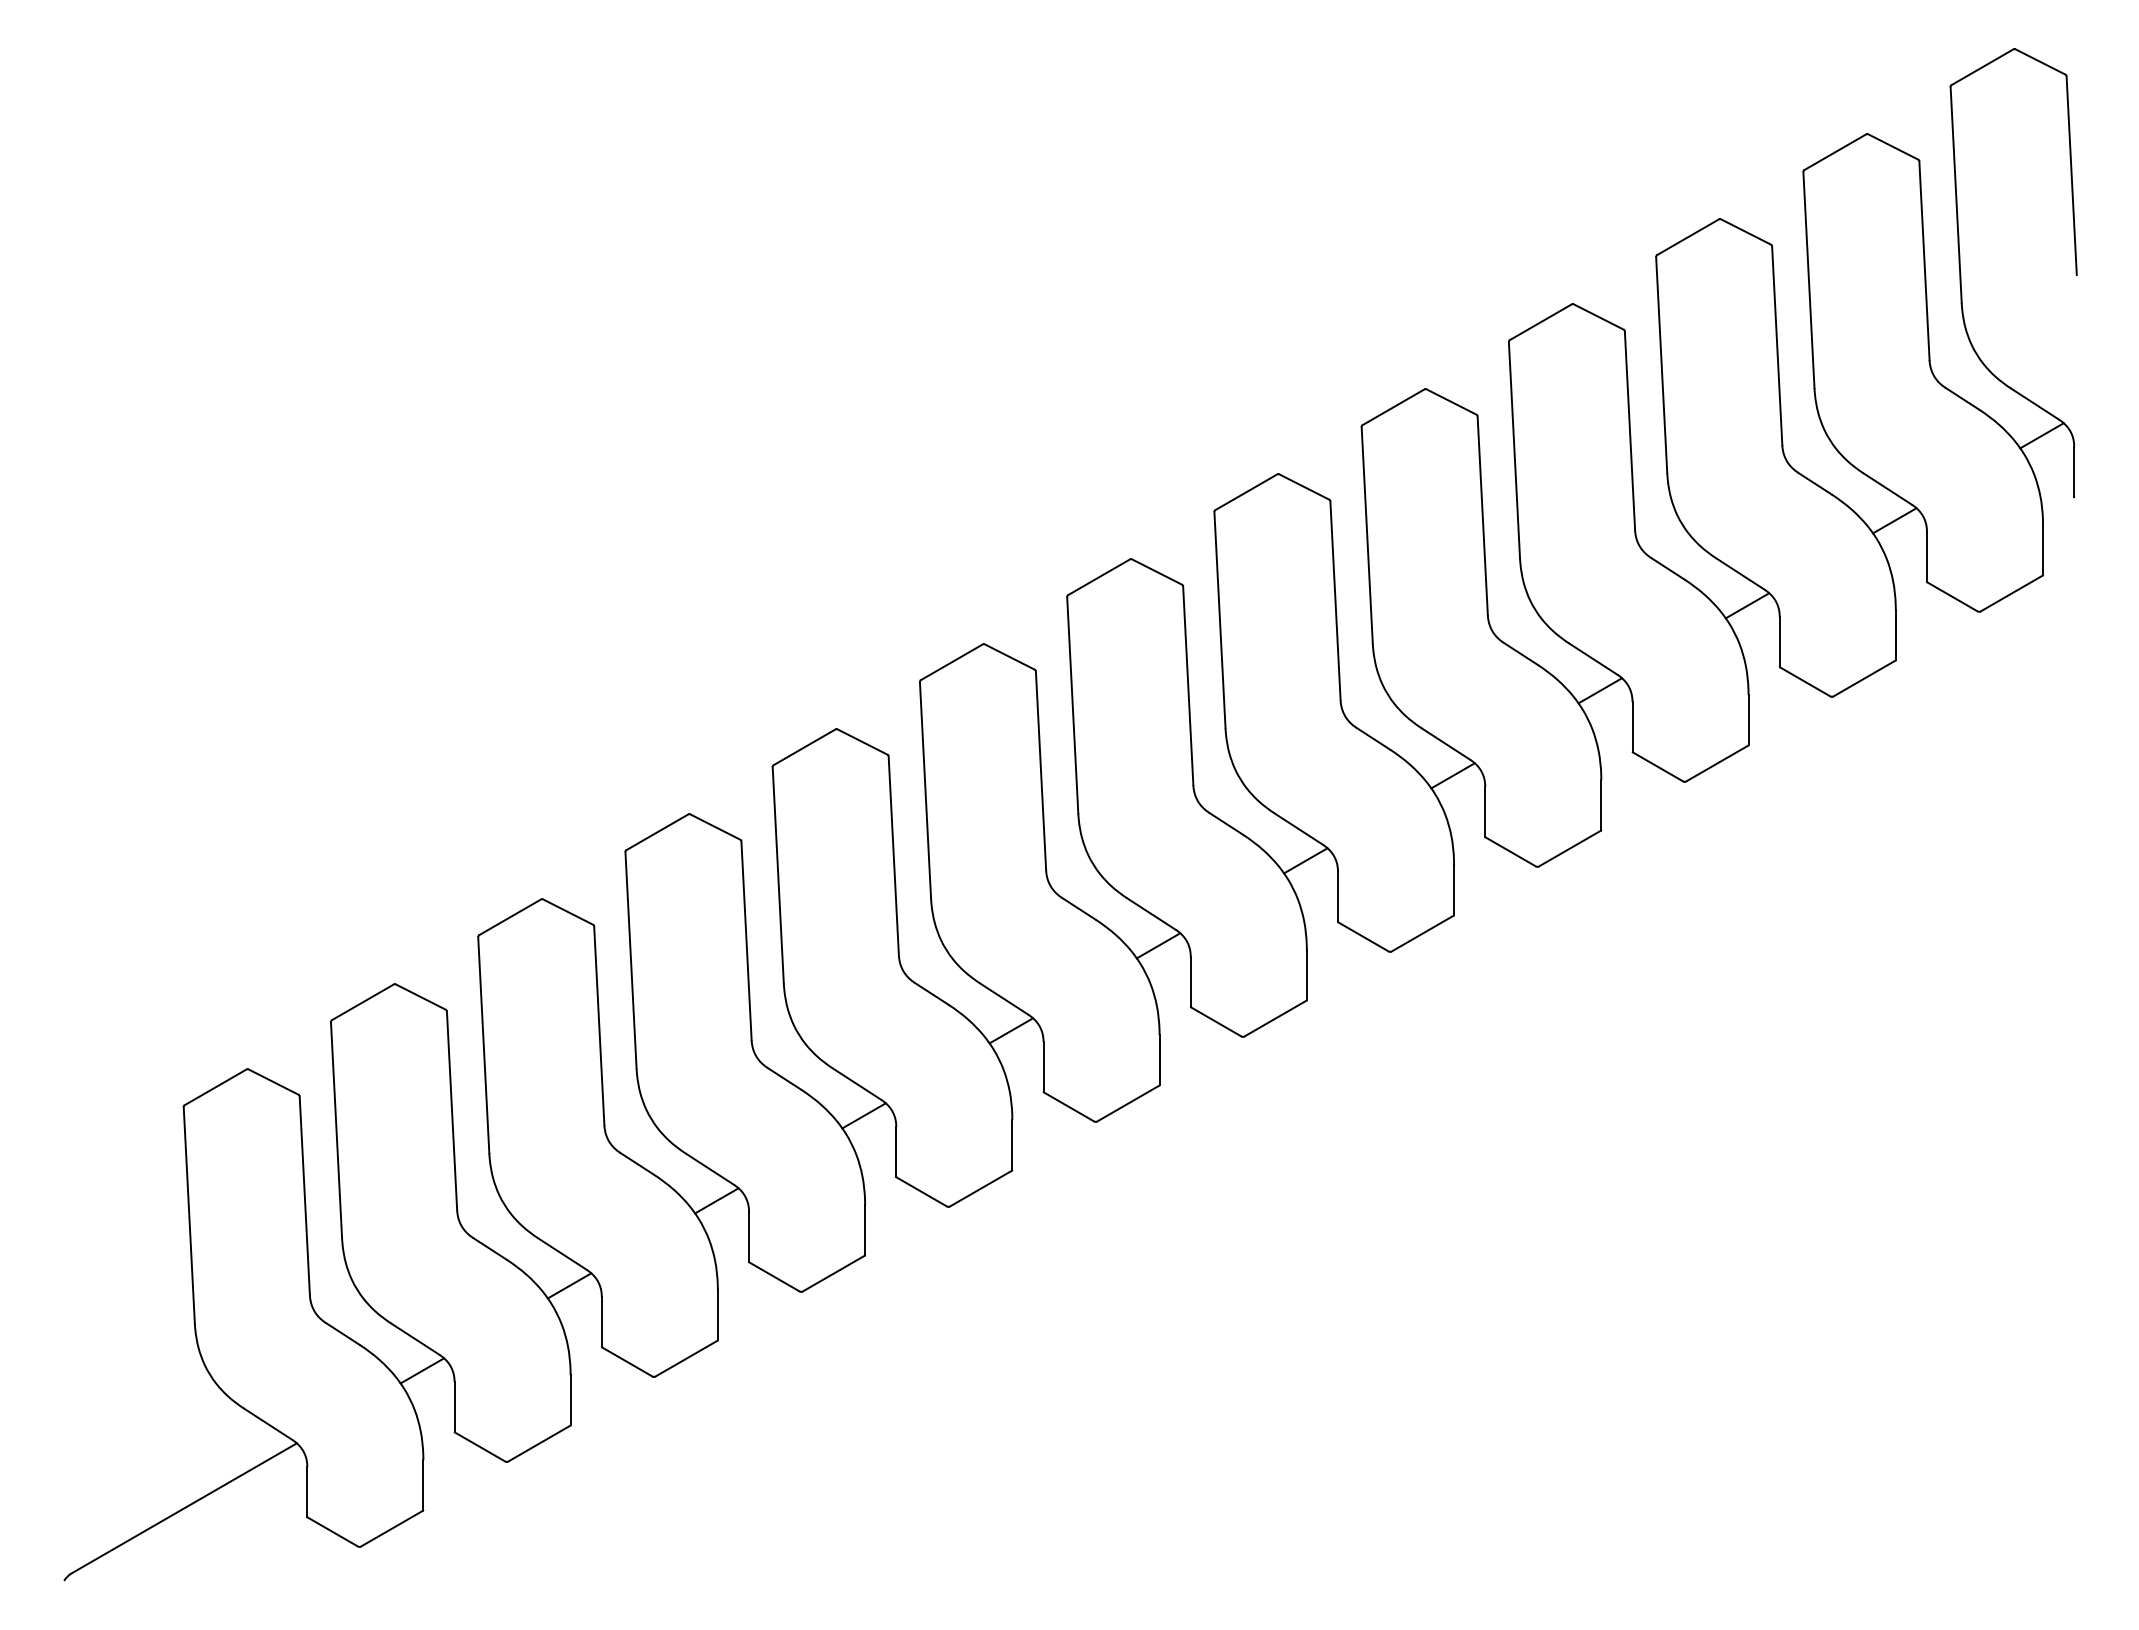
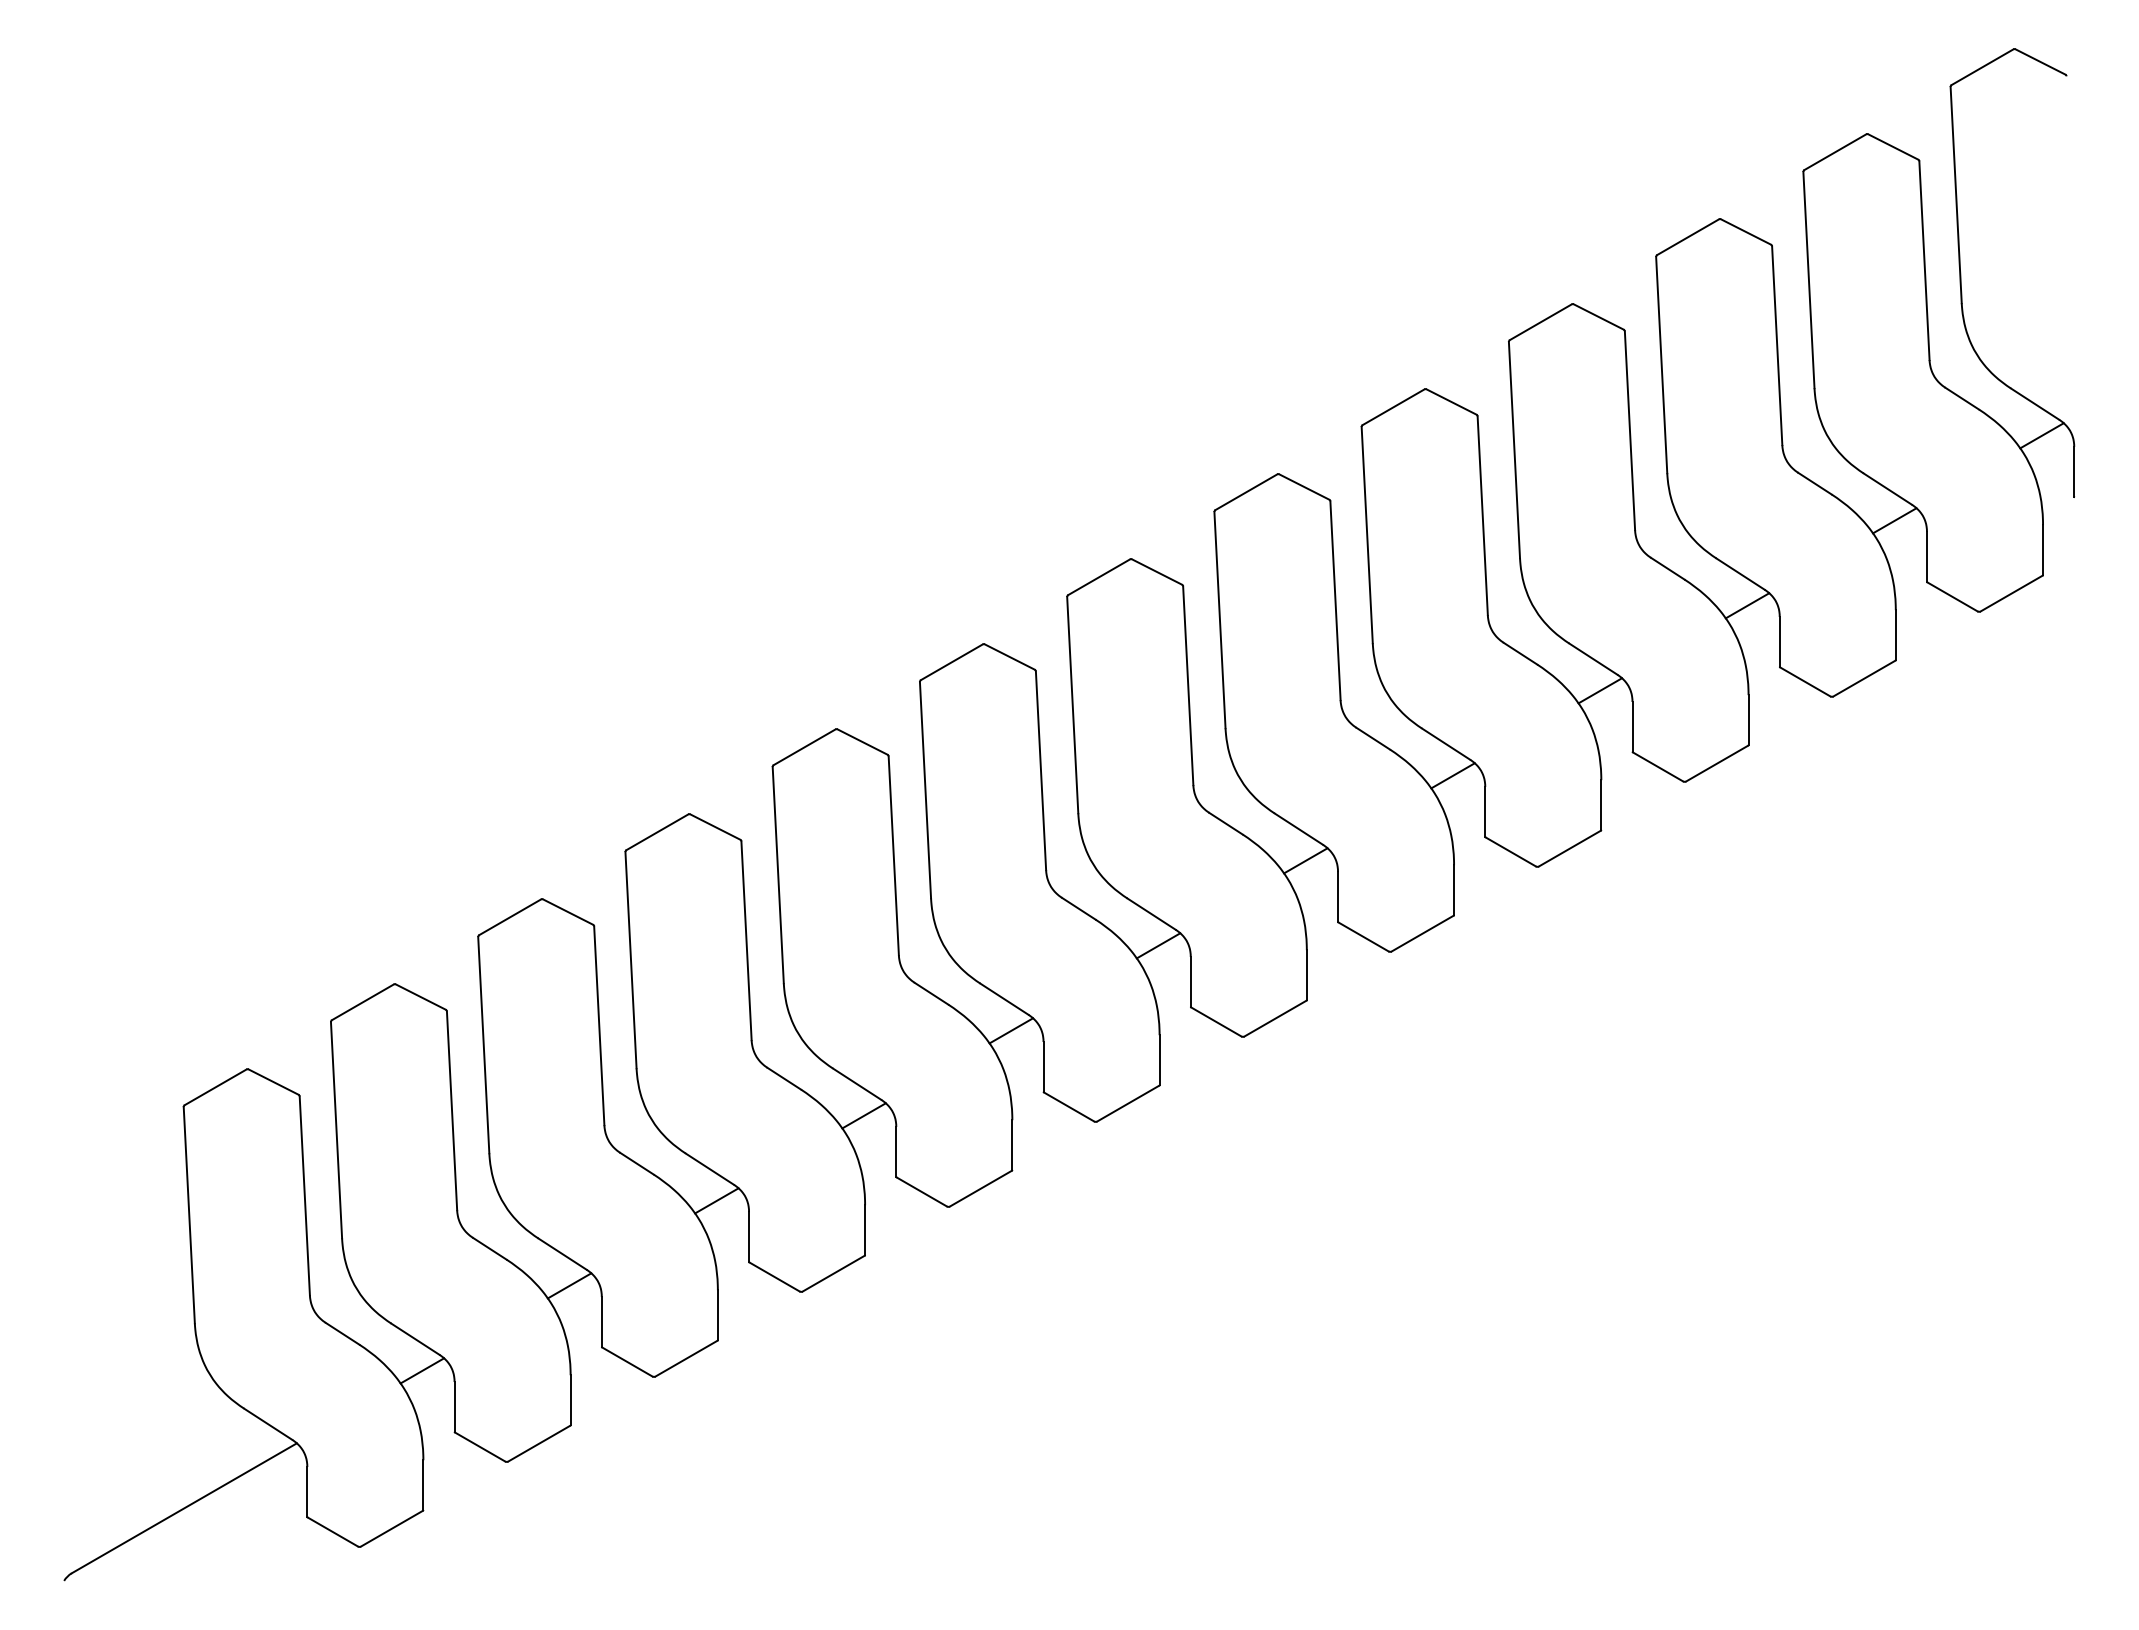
line at (2071, 175): present -> none
